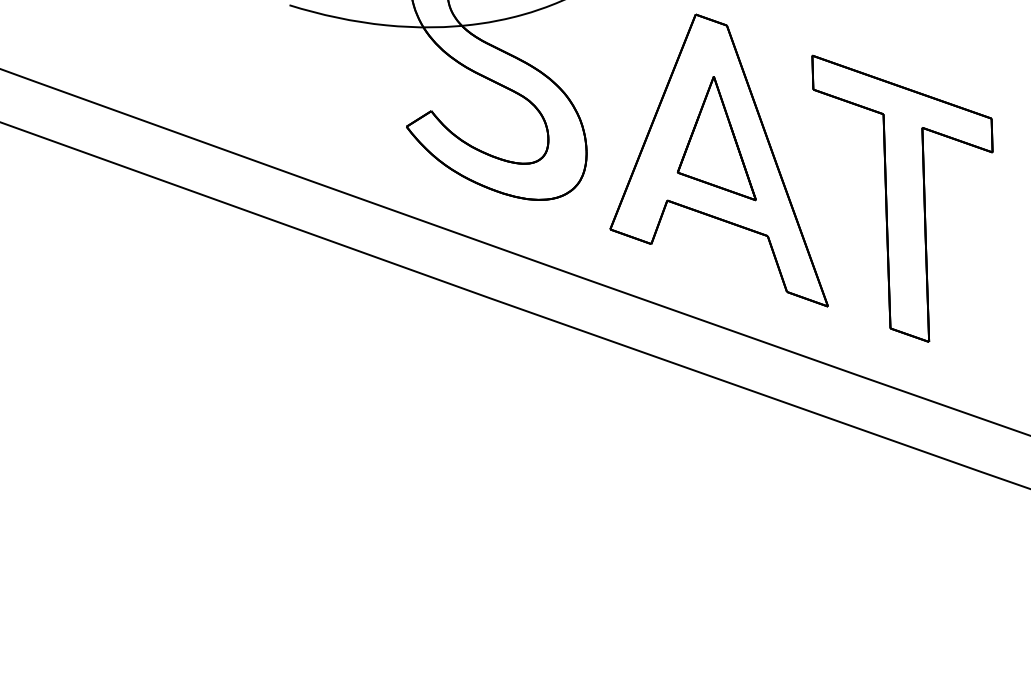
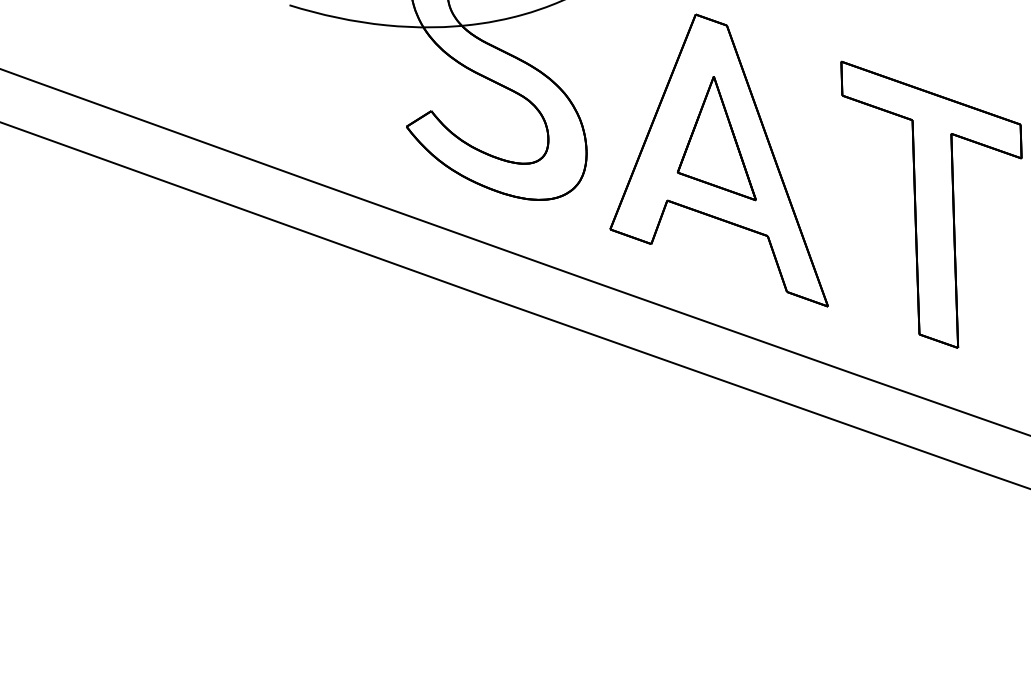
part at (902, 198) position: (902, 198) -> (931, 204)
